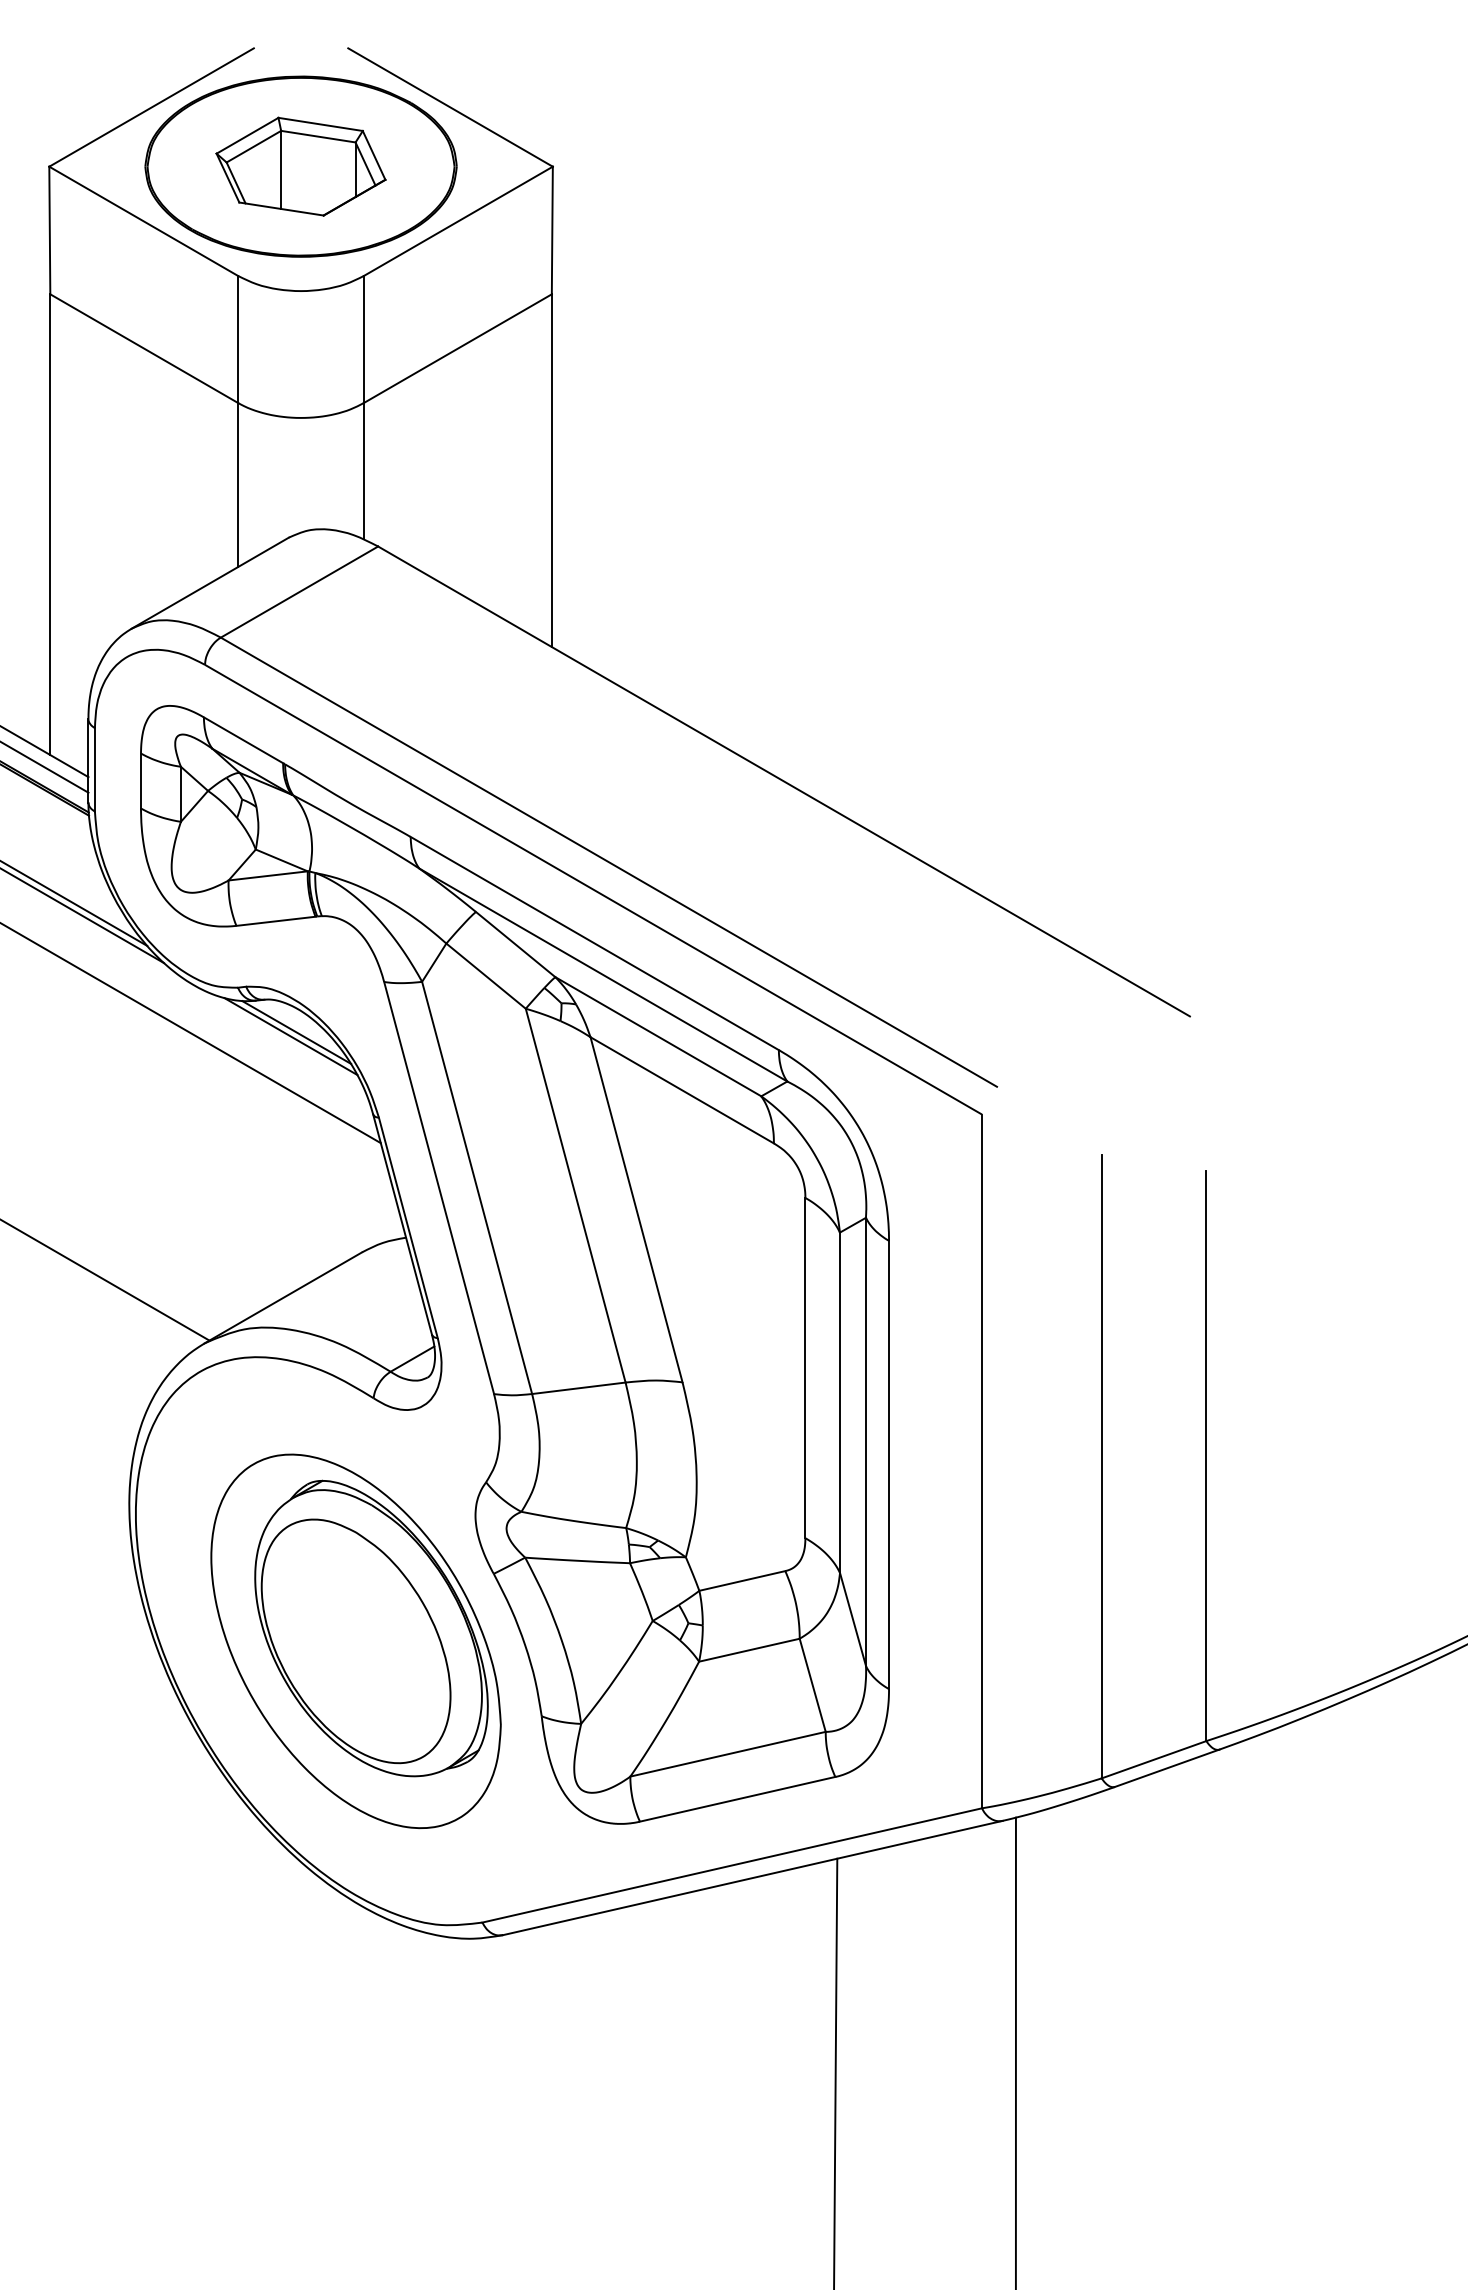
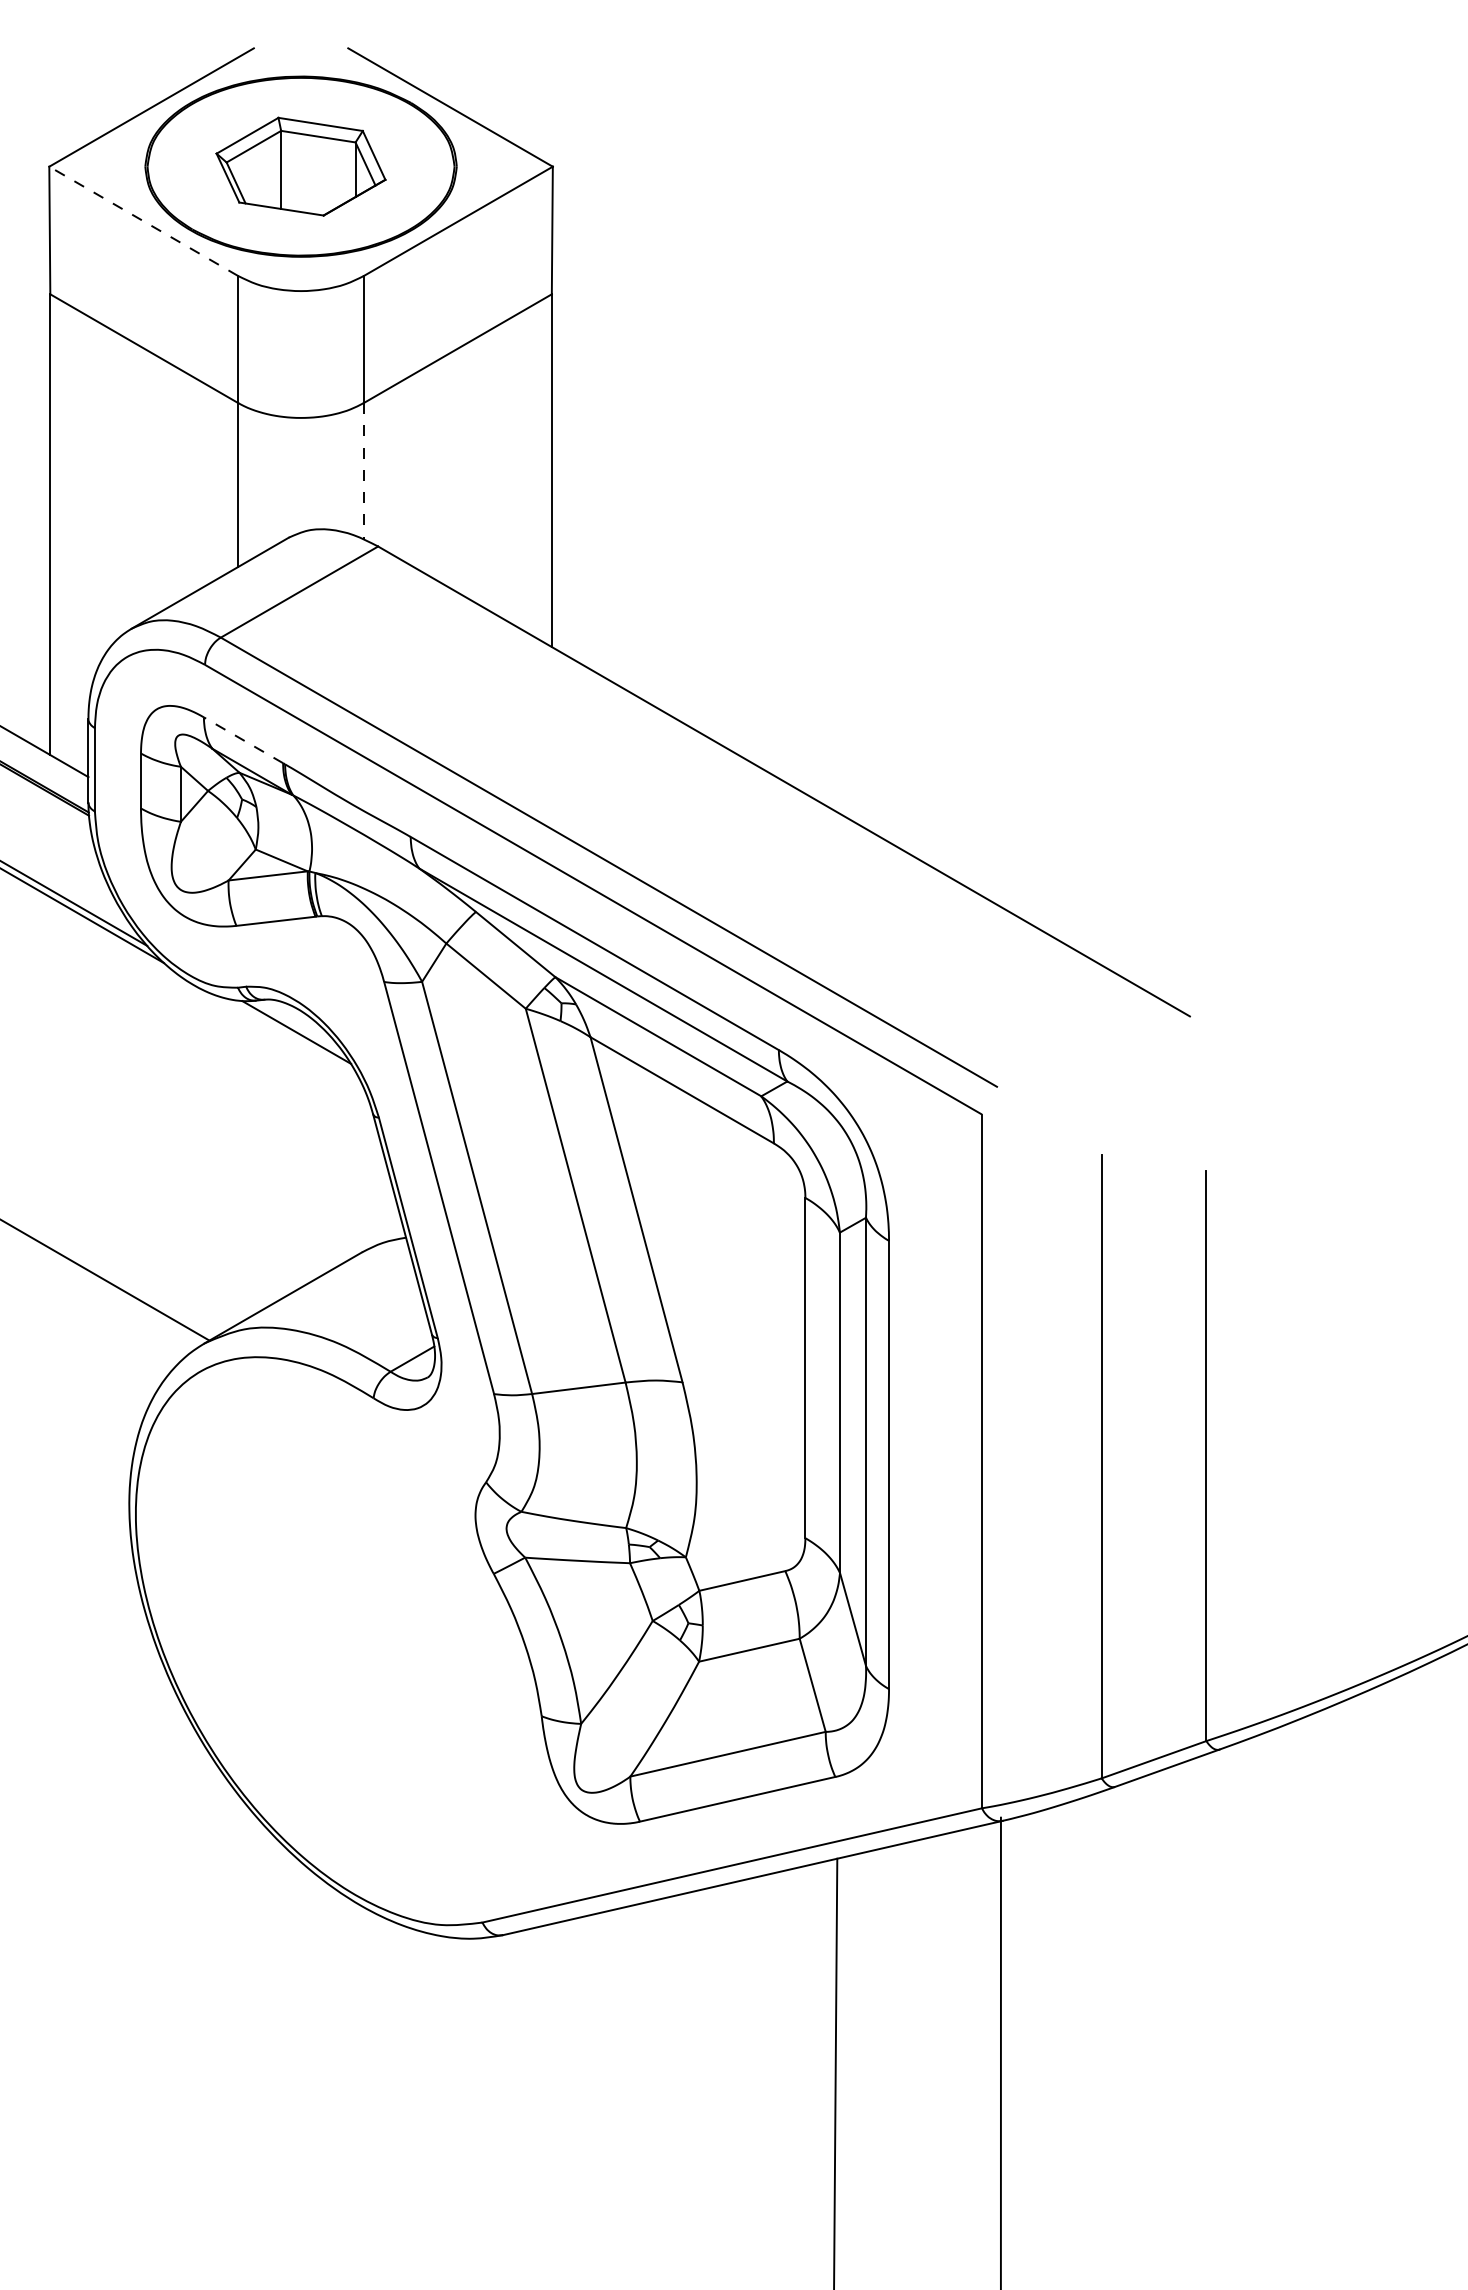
line at (143, 221): solid -> dashed
line at (363, 471): solid -> dashed
line at (243, 740): solid -> dashed
line at (45, 767): present -> none
line at (191, 1033): present -> none
line at (290, 1036): present -> none
part at (355, 1641): present -> none
line at (1015, 2051) position: (1015, 2051) -> (1000, 2051)
